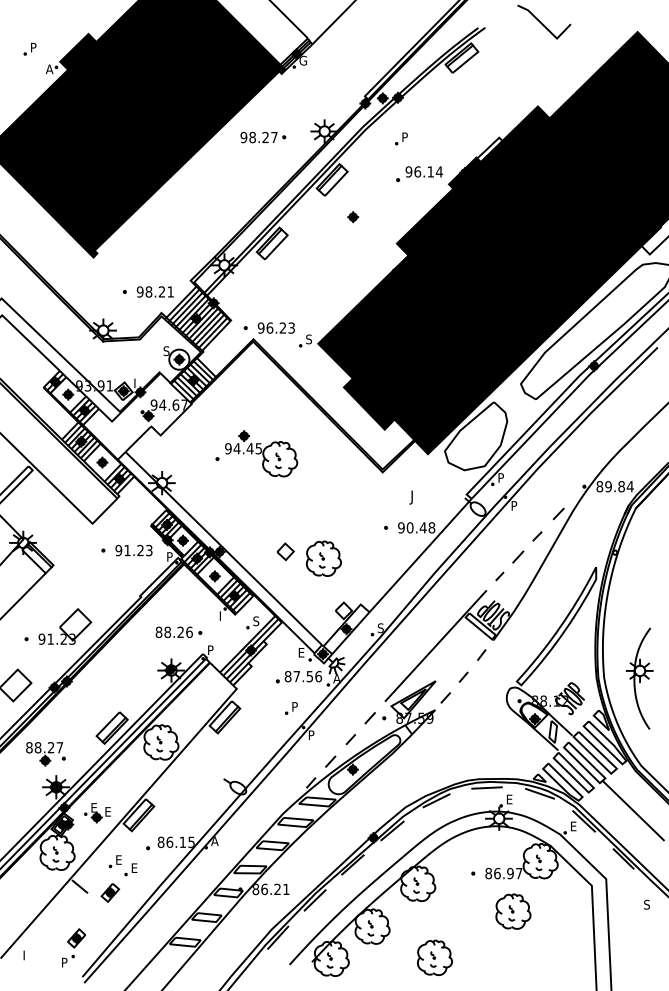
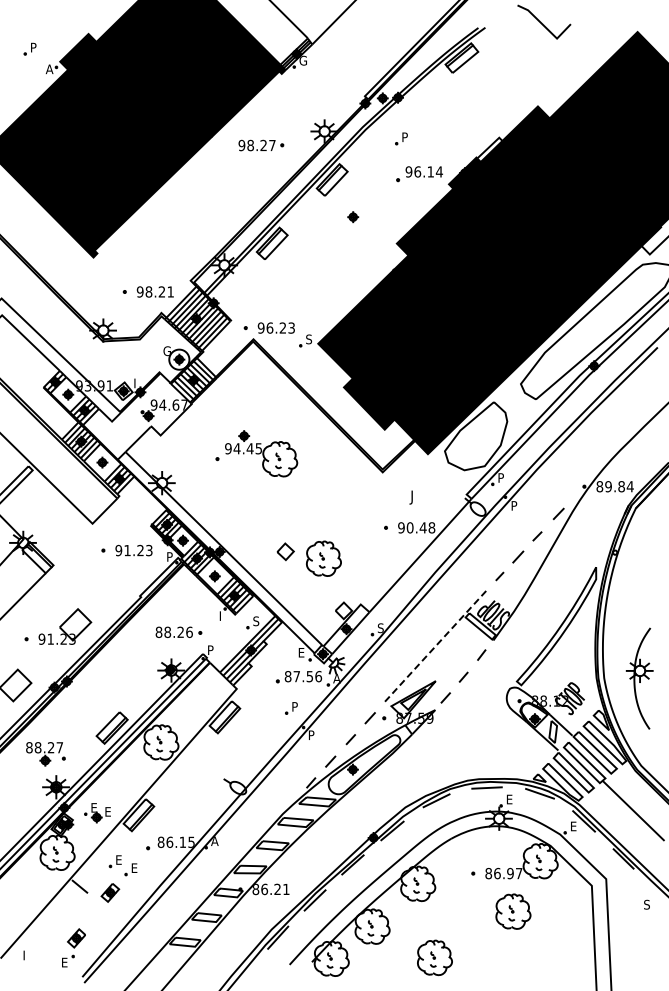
part at (263, 137) position: (263, 137) -> (261, 145)
text at (166, 351): S -> G
line at (436, 645): solid -> dashed
text at (65, 962): P -> E
